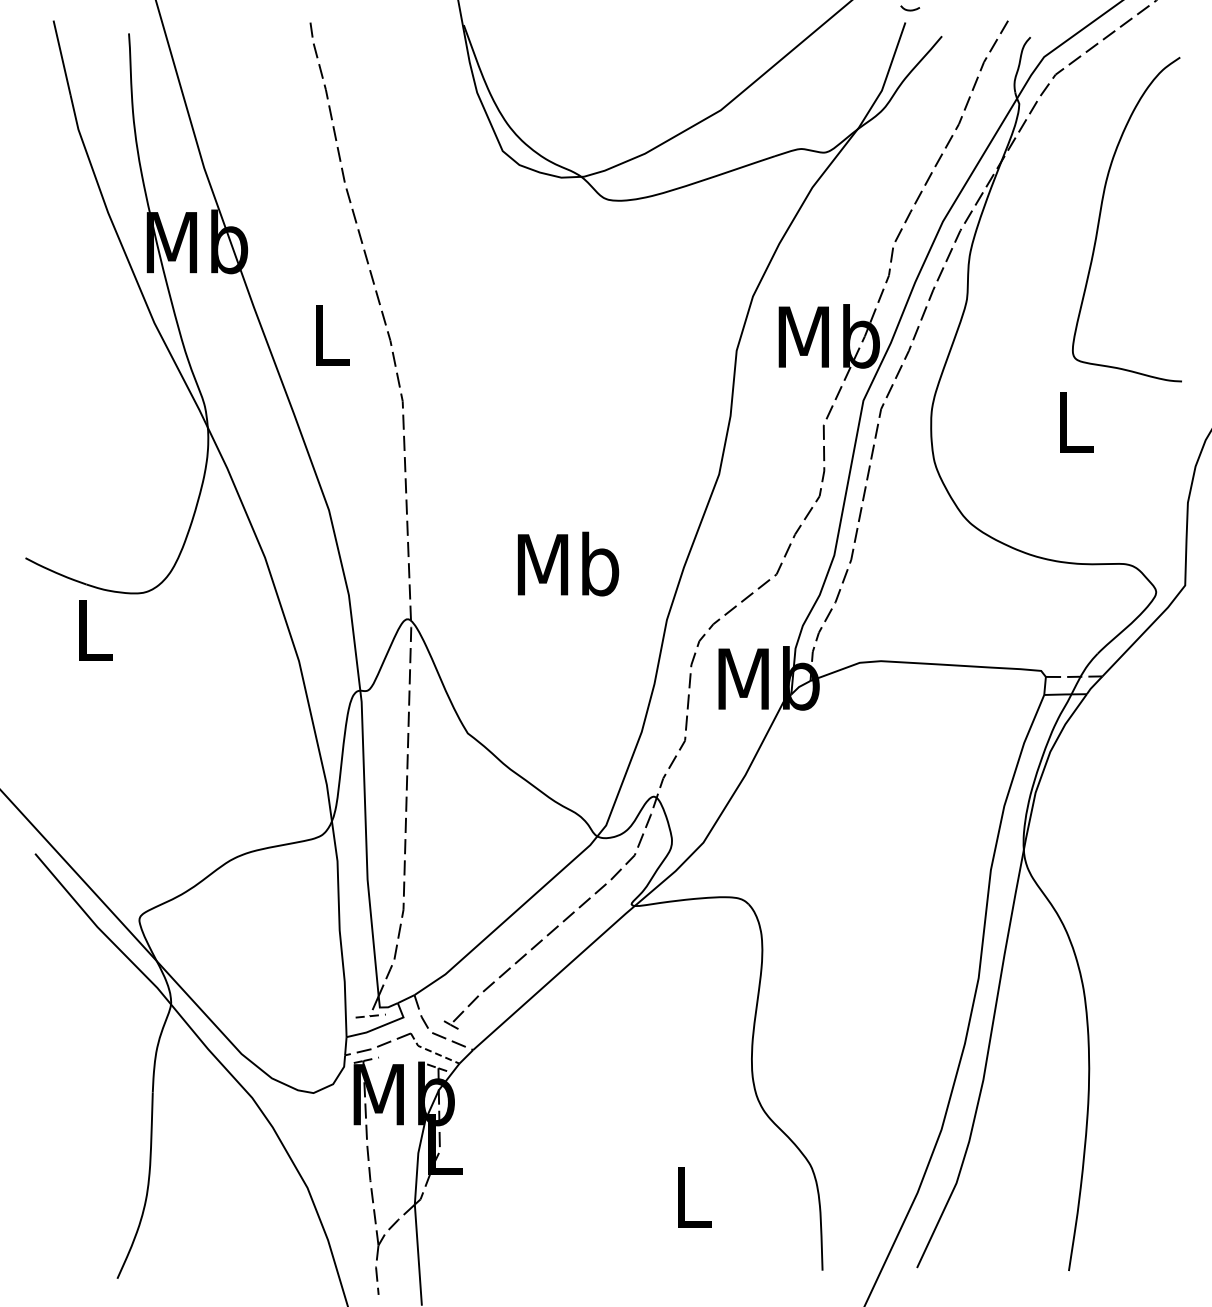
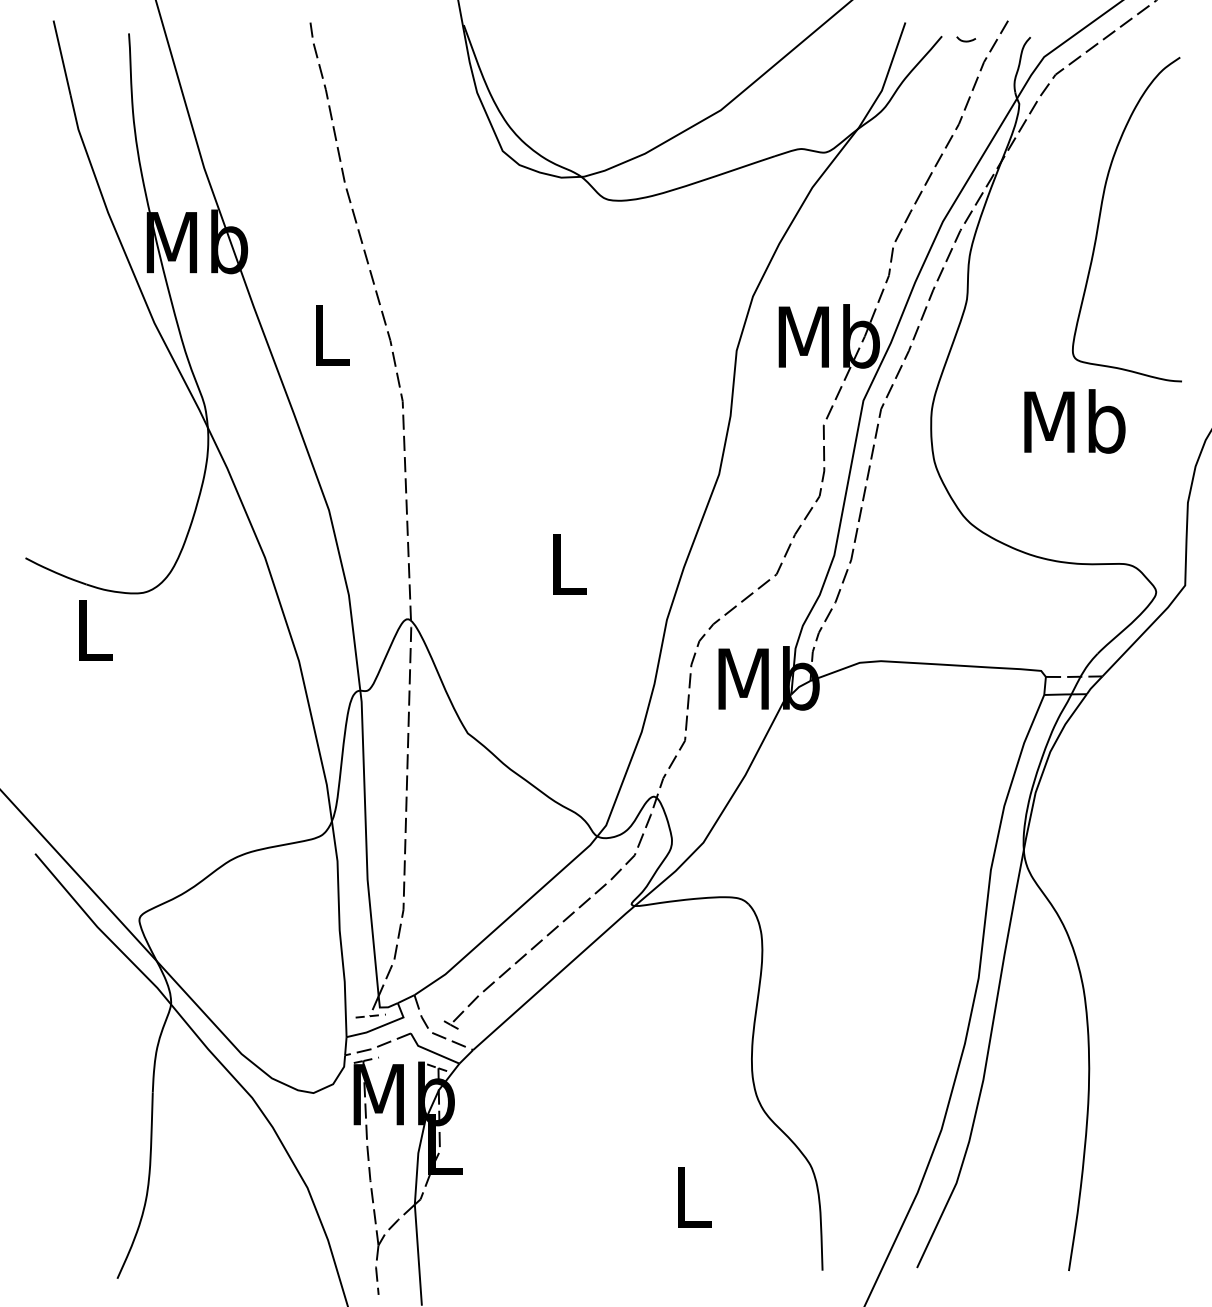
curve at (910, 9) position: (910, 9) -> (966, 40)
text at (1074, 421): L -> Mb
text at (568, 563): Mb -> L
line at (431, 1051): dashed -> solid
